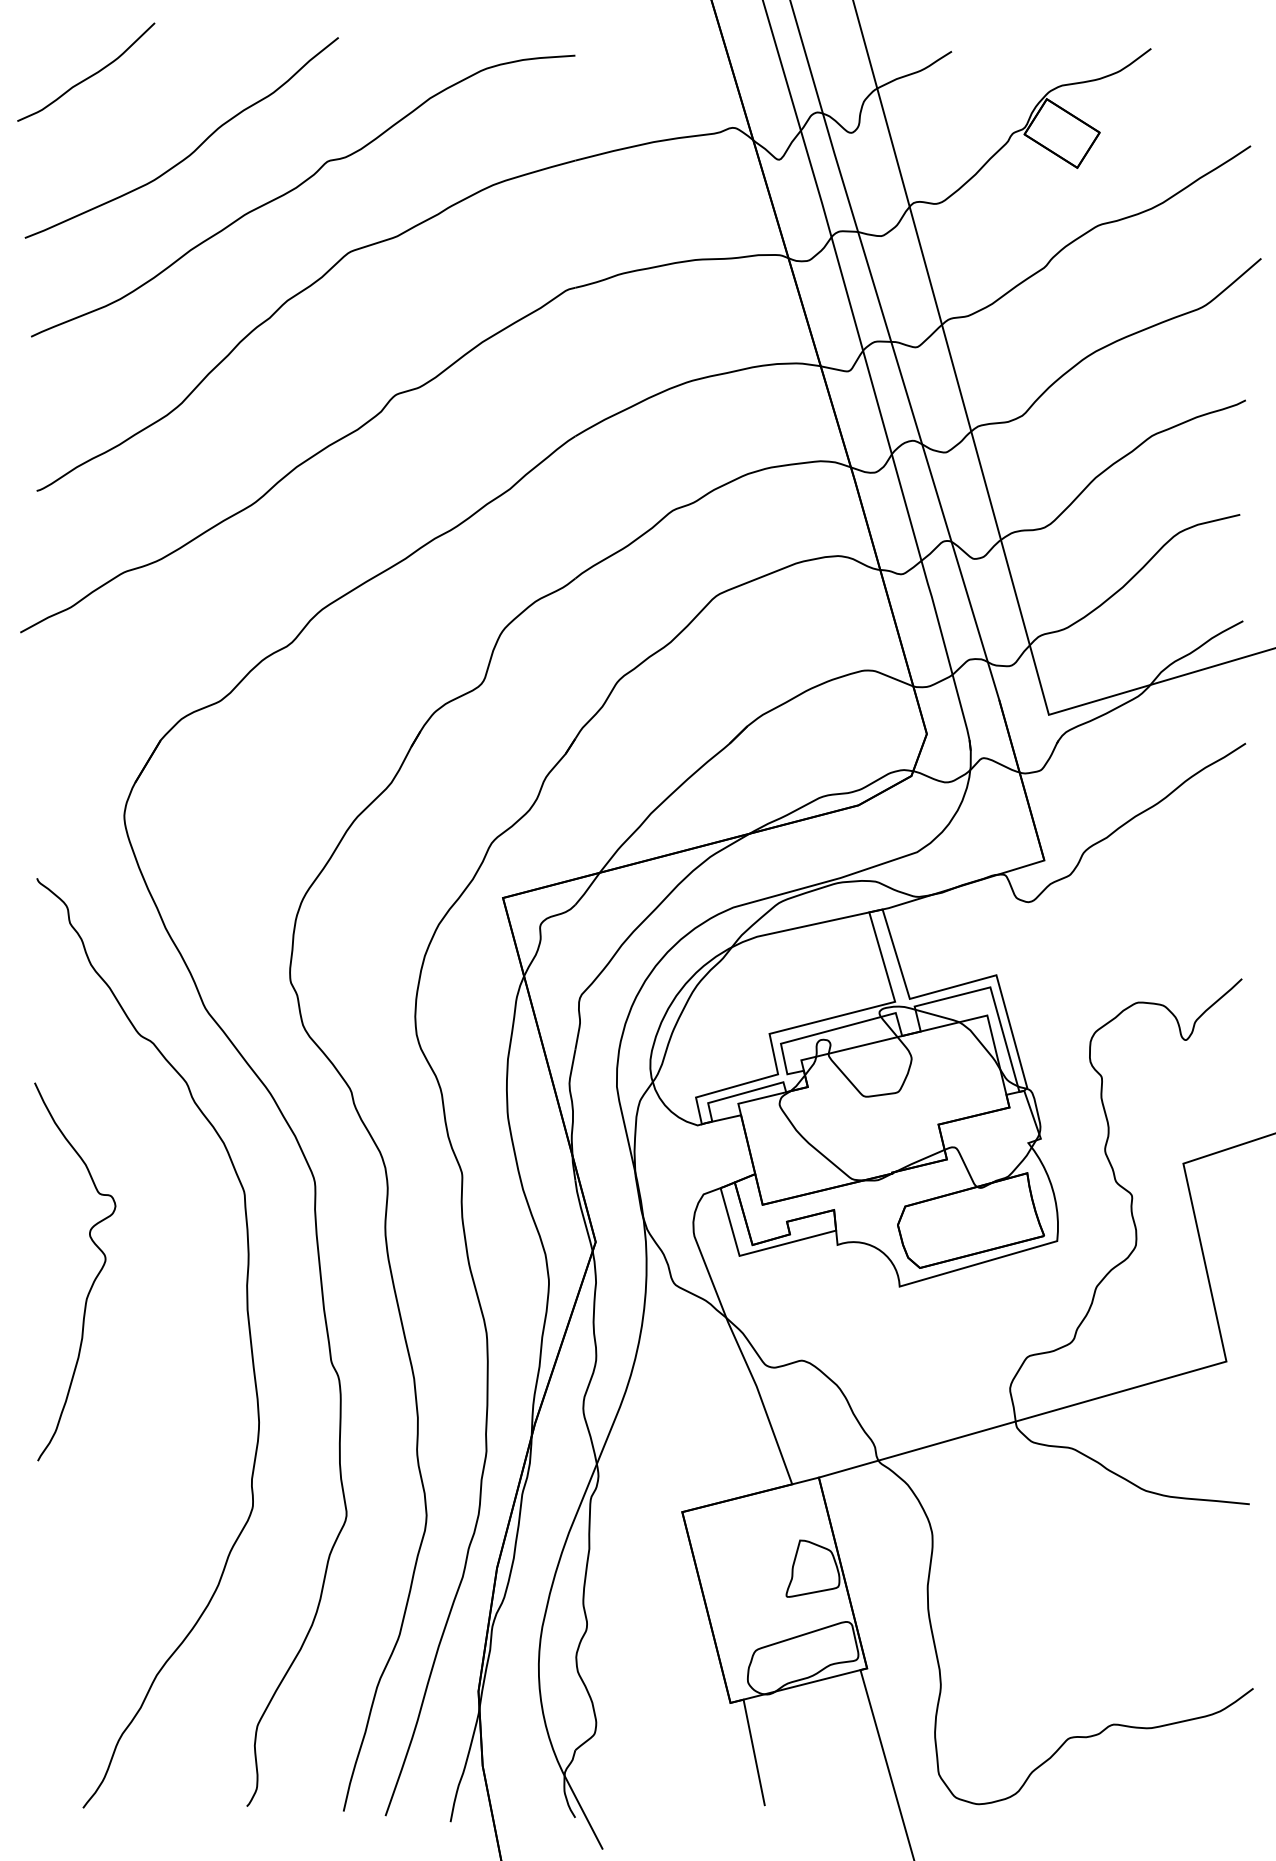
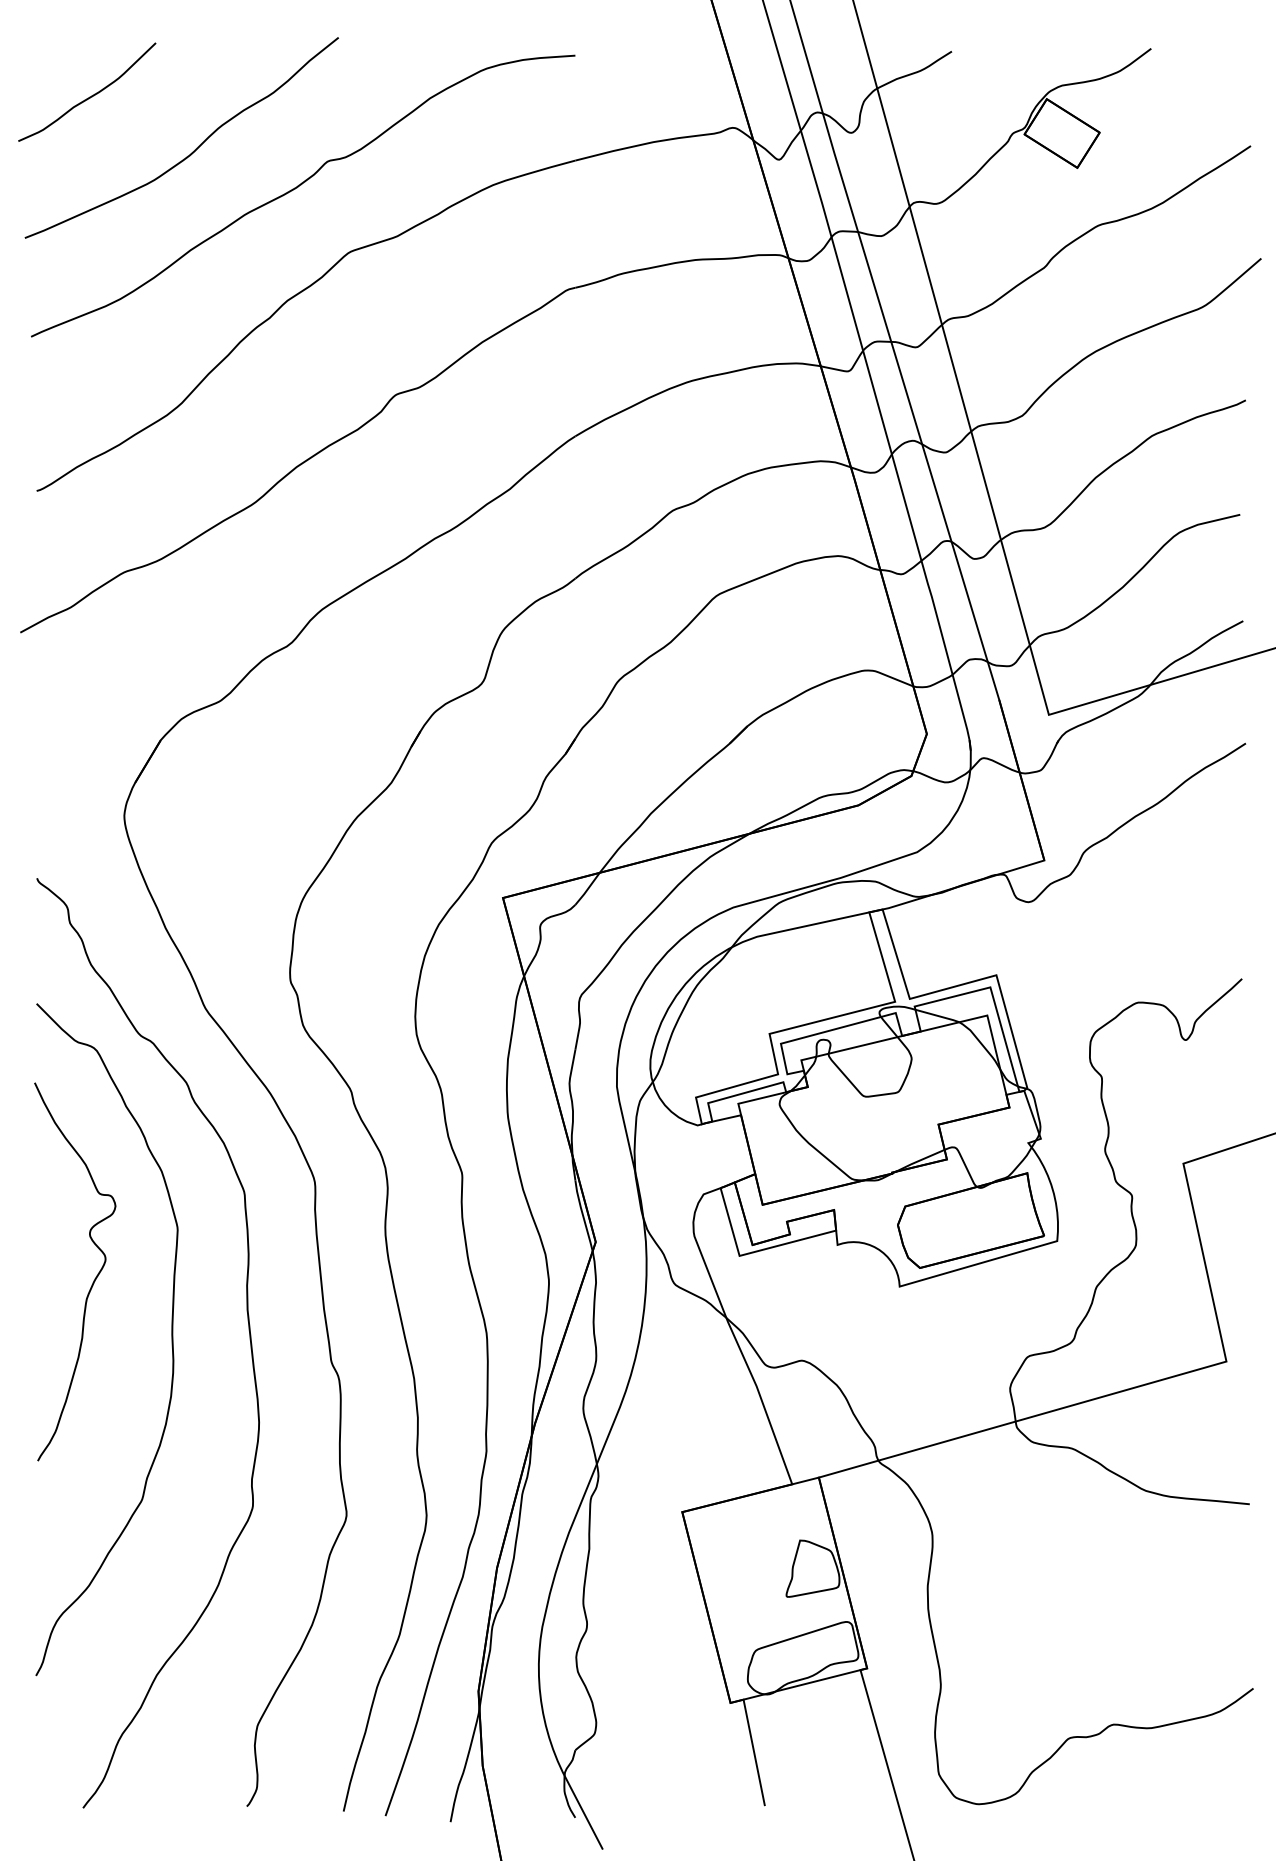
curve at (88, 76) position: (88, 76) -> (89, 96)
curve at (171, 1339): none -> present
